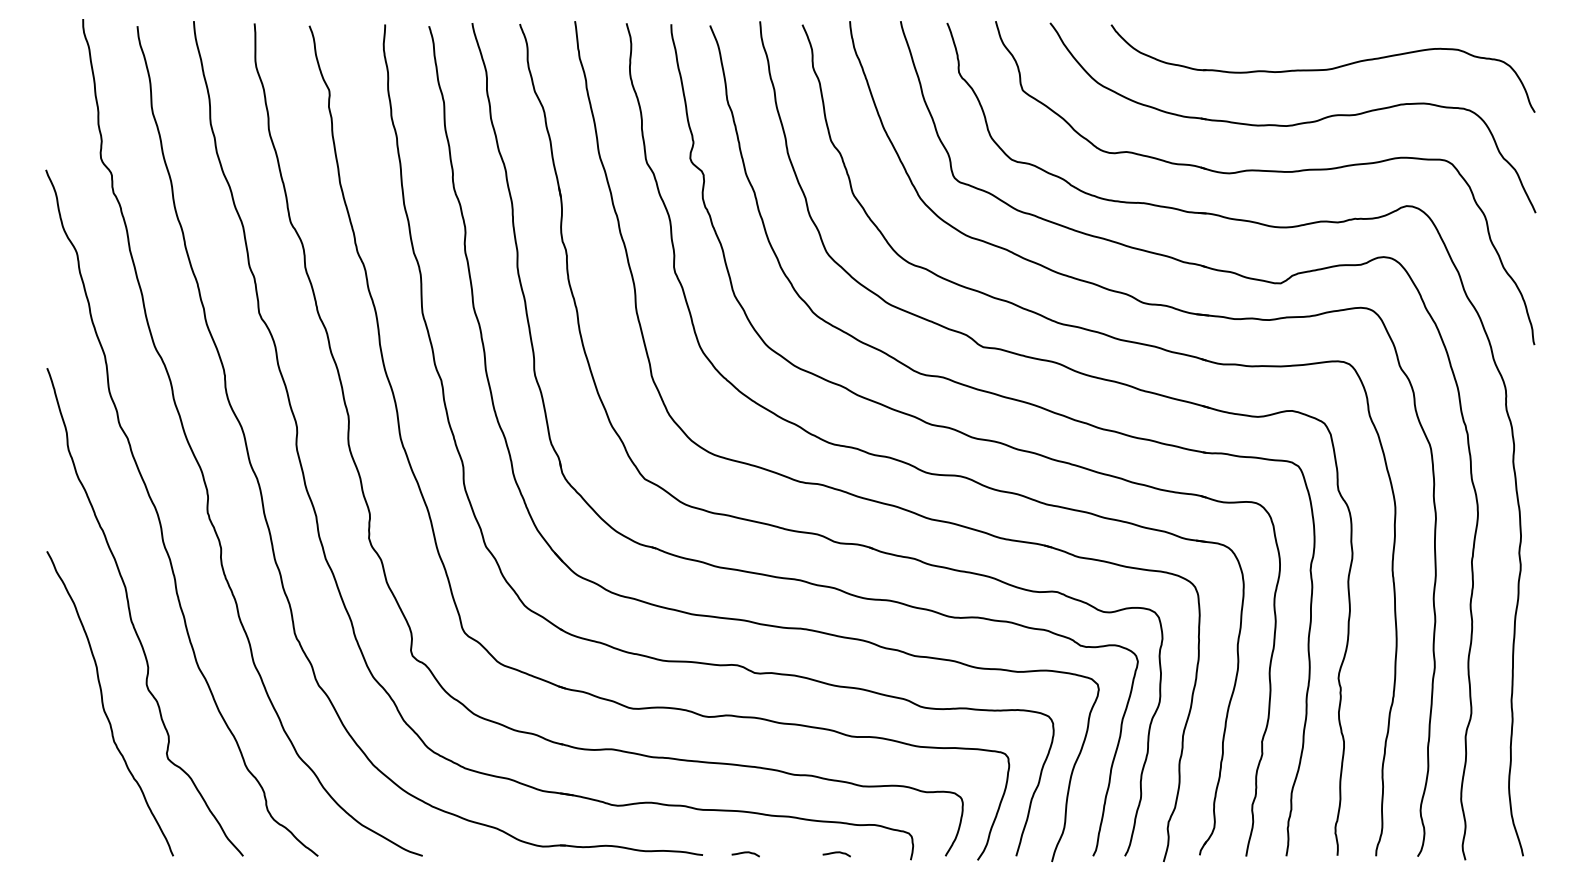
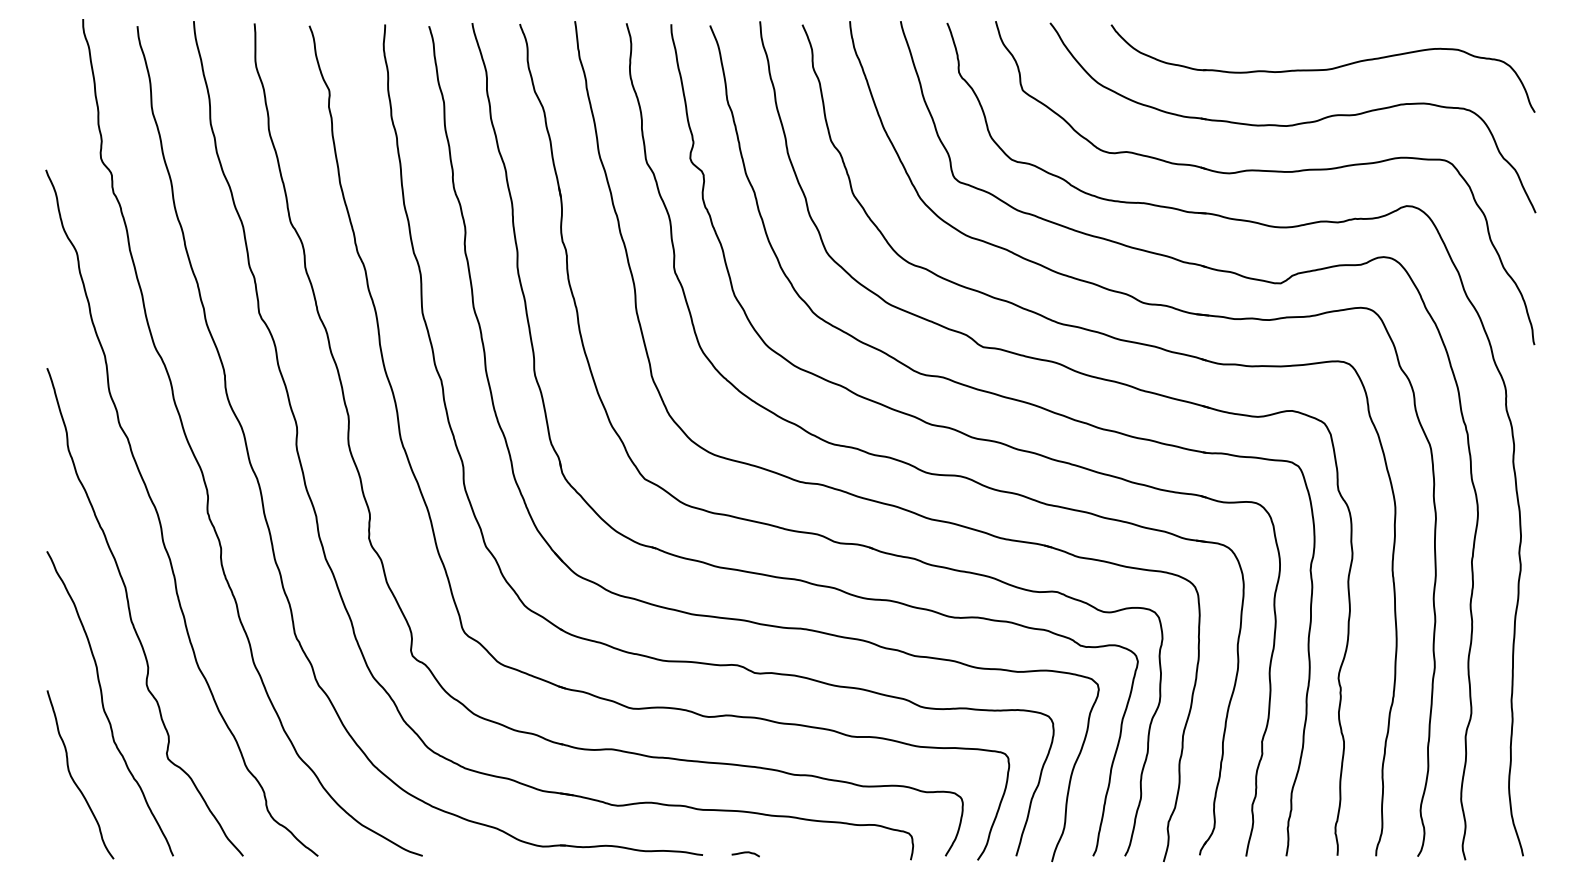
curve at (73, 778): none -> present
curve at (836, 853): present -> none
